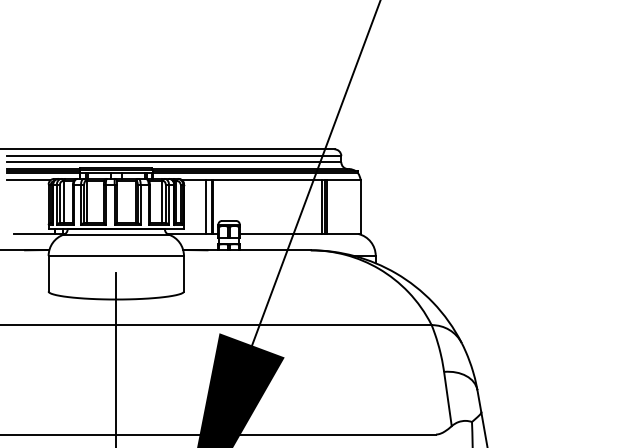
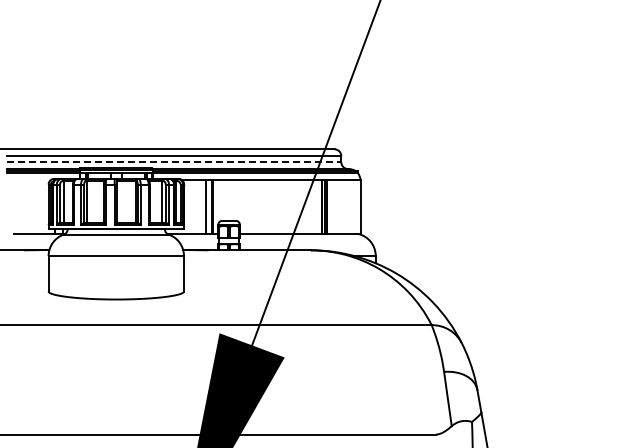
line at (174, 162): solid -> dashed
line at (28, 180): present -> none
line at (116, 358): present -> none
